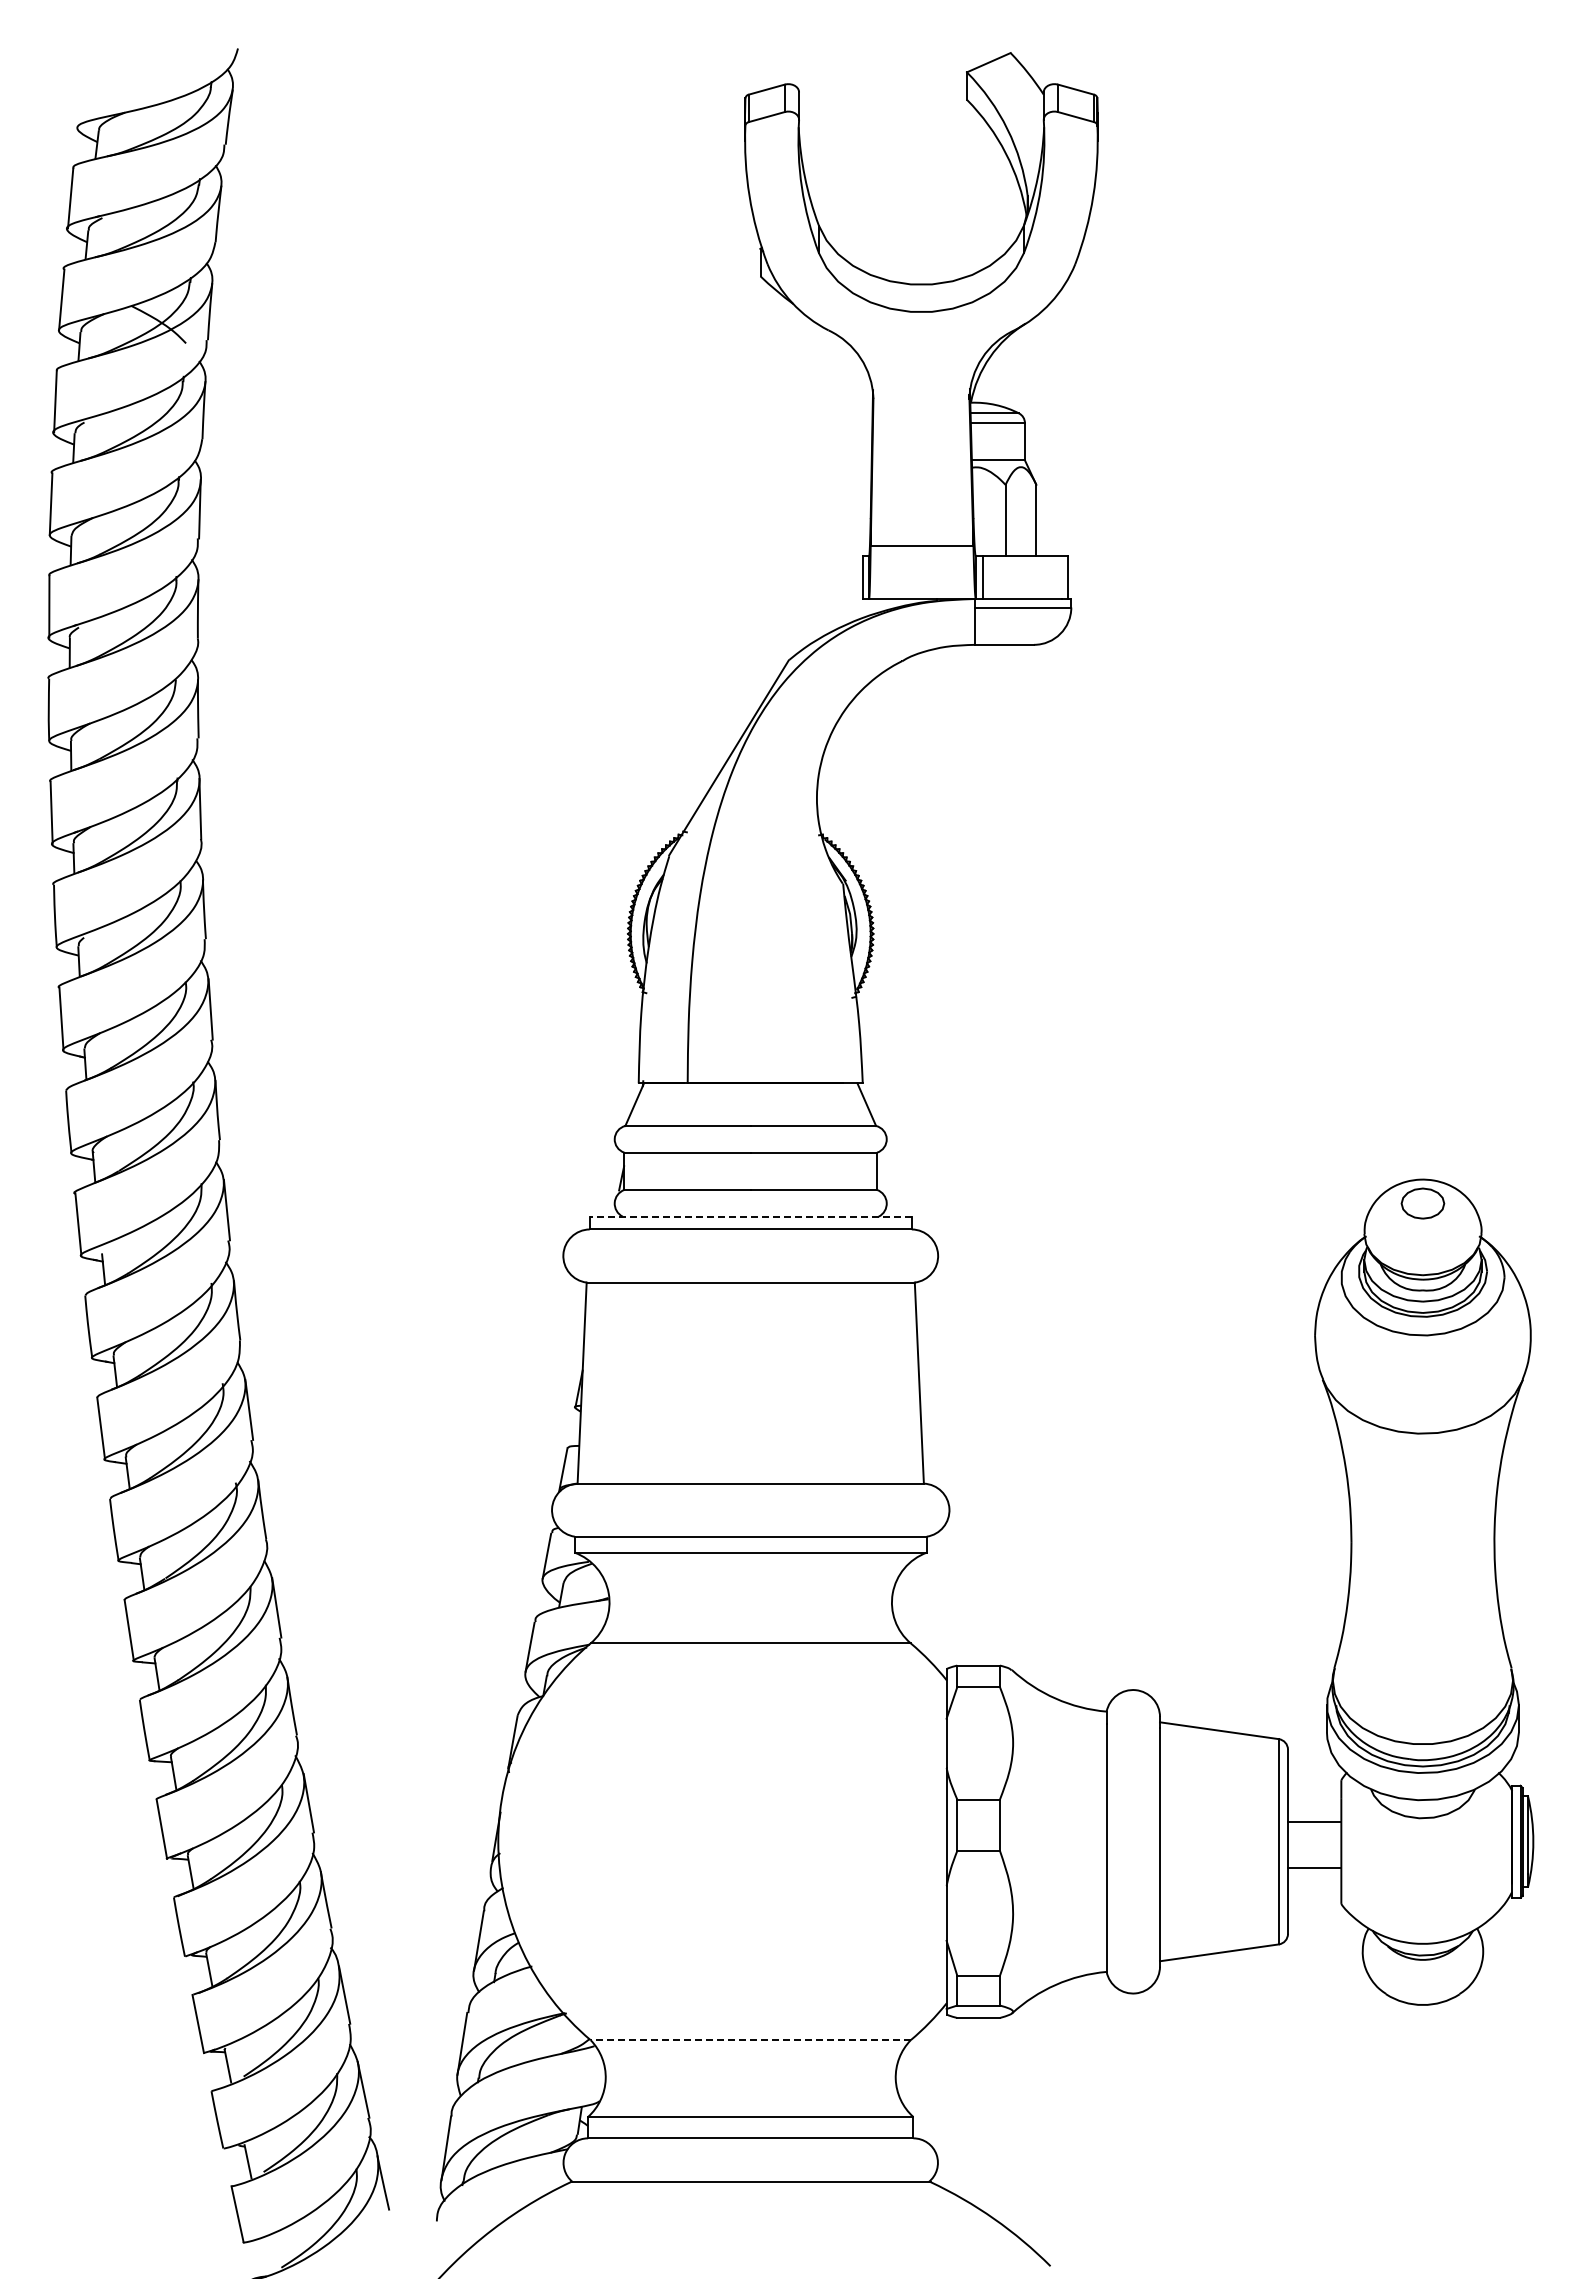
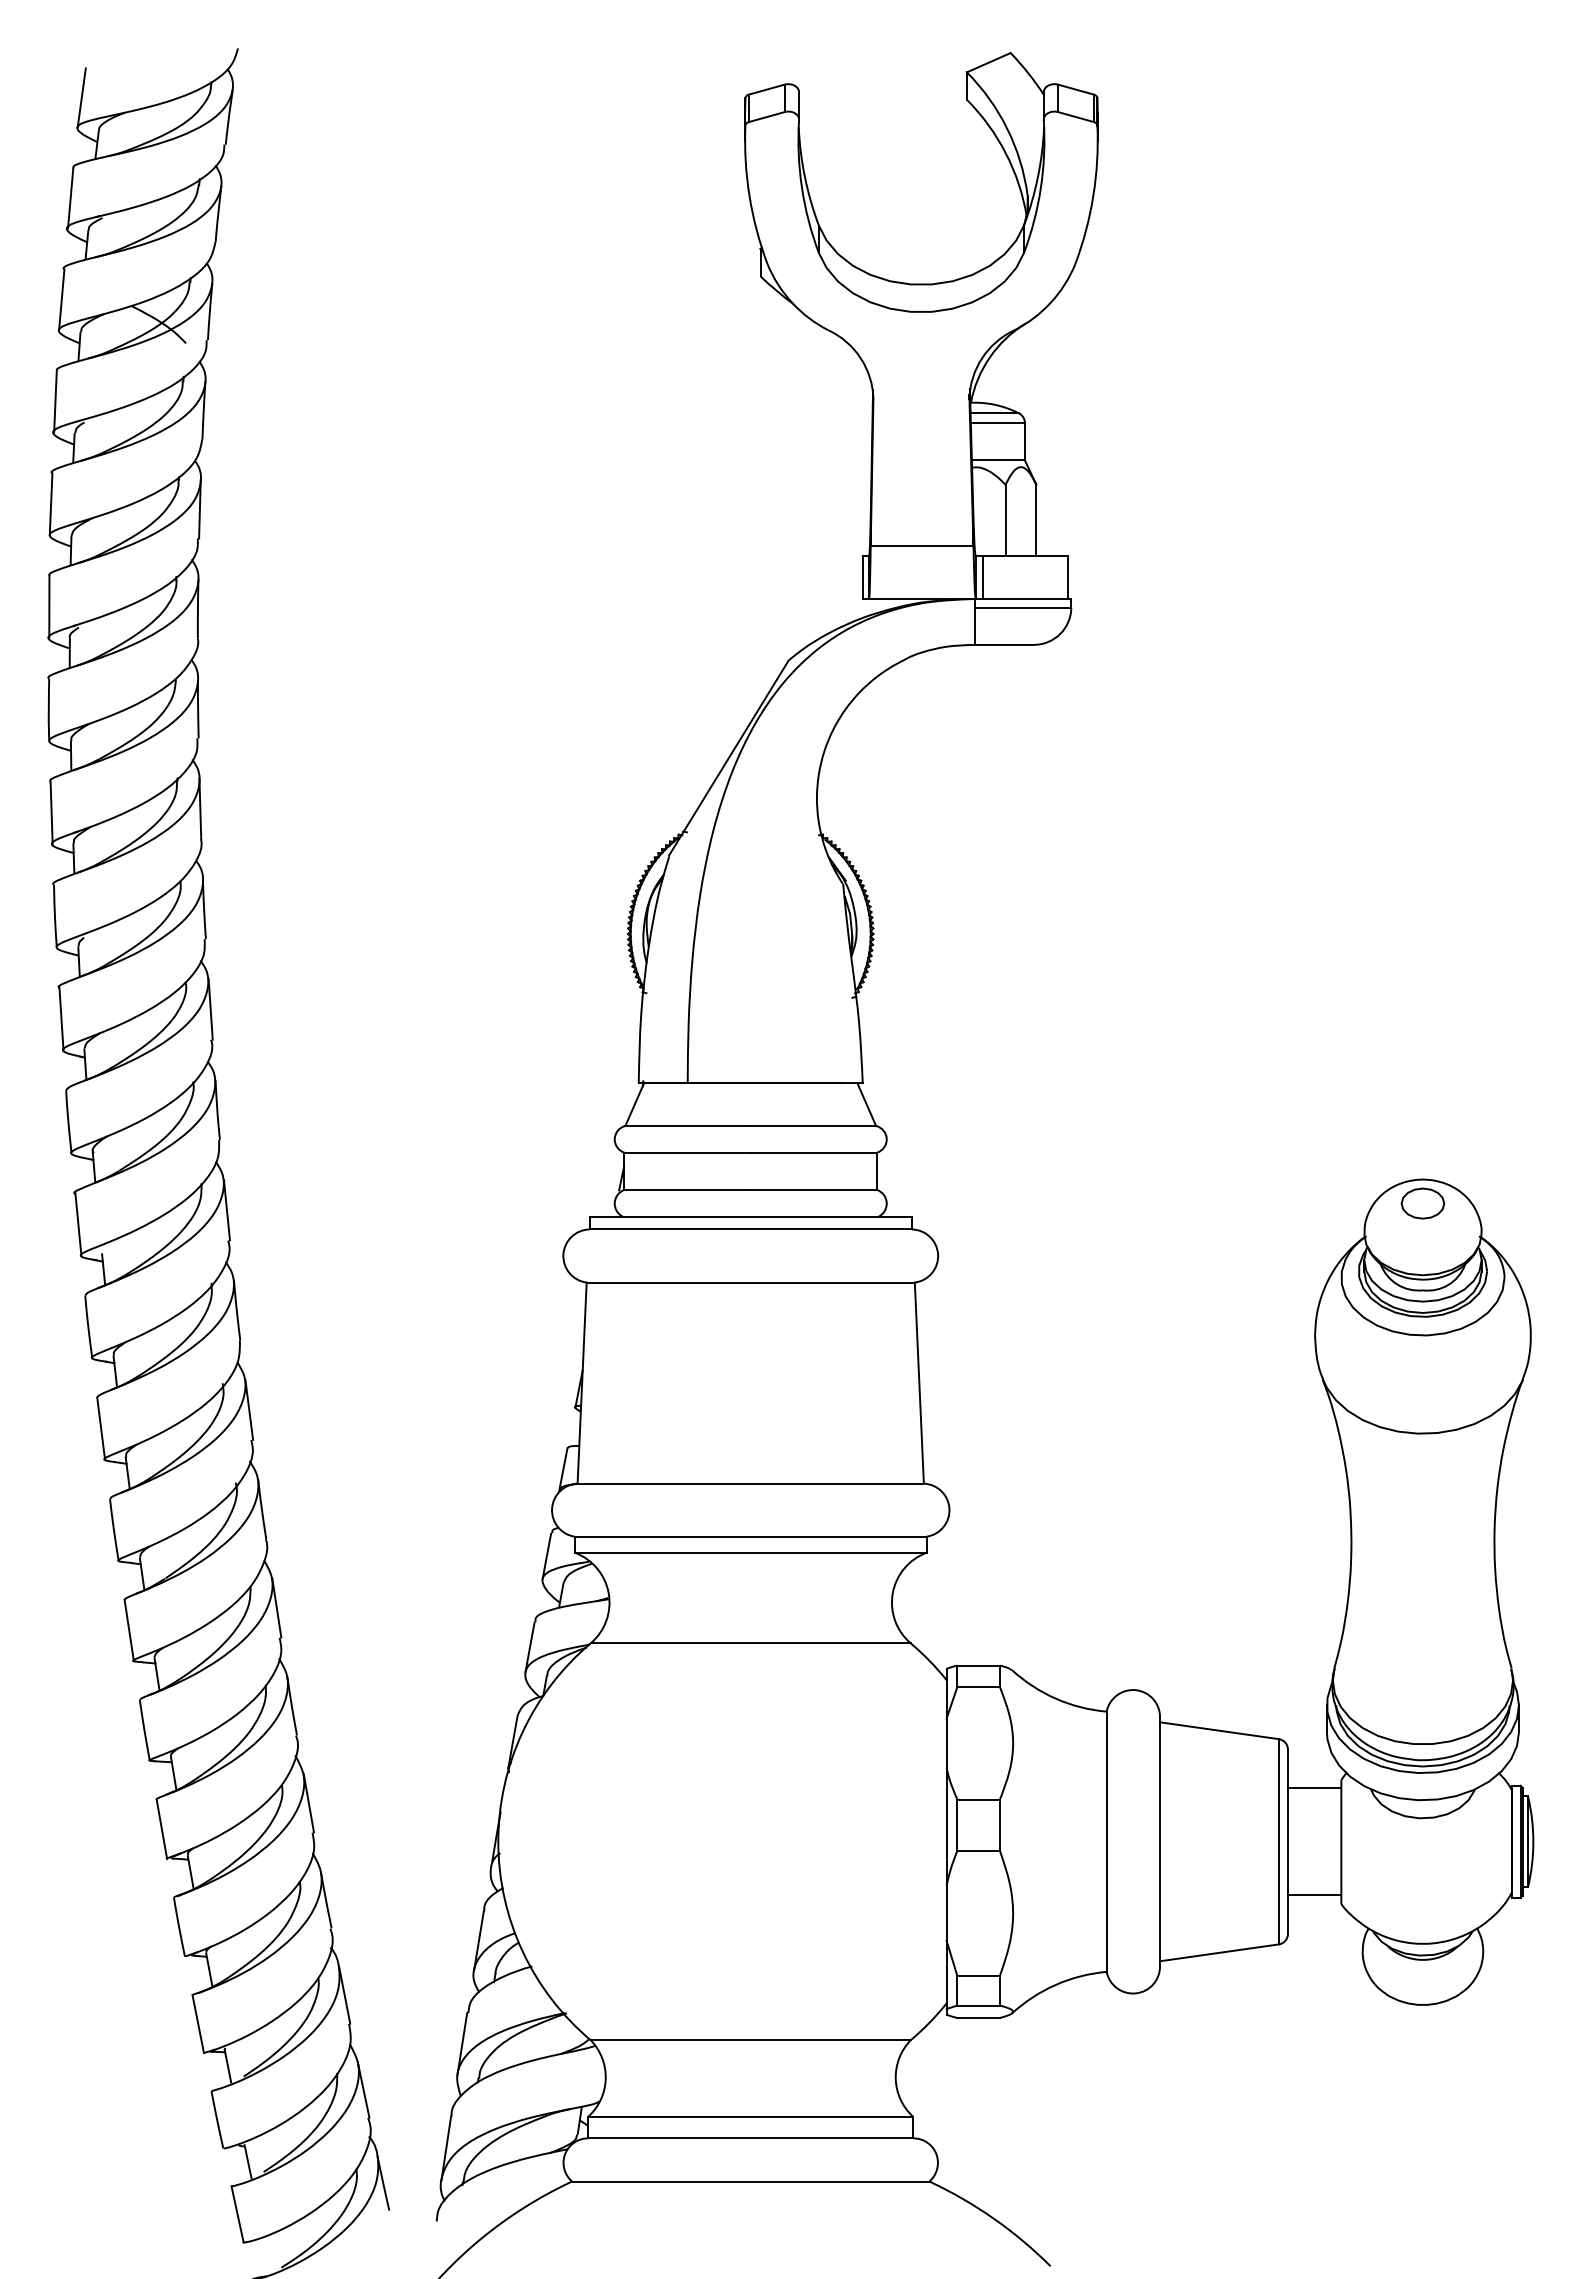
line at (81, 97): none -> present
line at (750, 1216): dashed -> solid
line at (1314, 1822) position: (1314, 1822) -> (1314, 1788)
line at (1314, 1868) position: (1314, 1868) -> (1314, 1895)
line at (750, 2040): dashed -> solid
